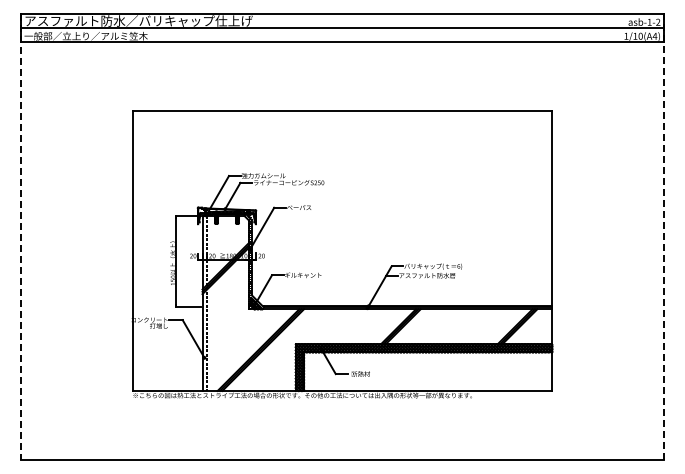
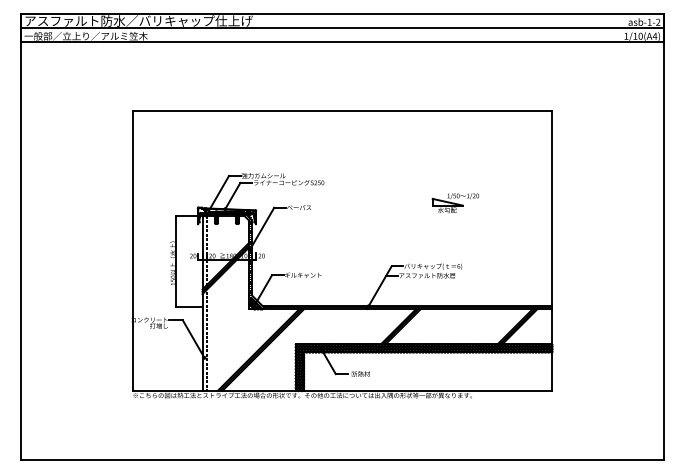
part at (455, 203): none -> present
line at (20, 237): dashed -> solid
line at (664, 237): dashed -> solid
